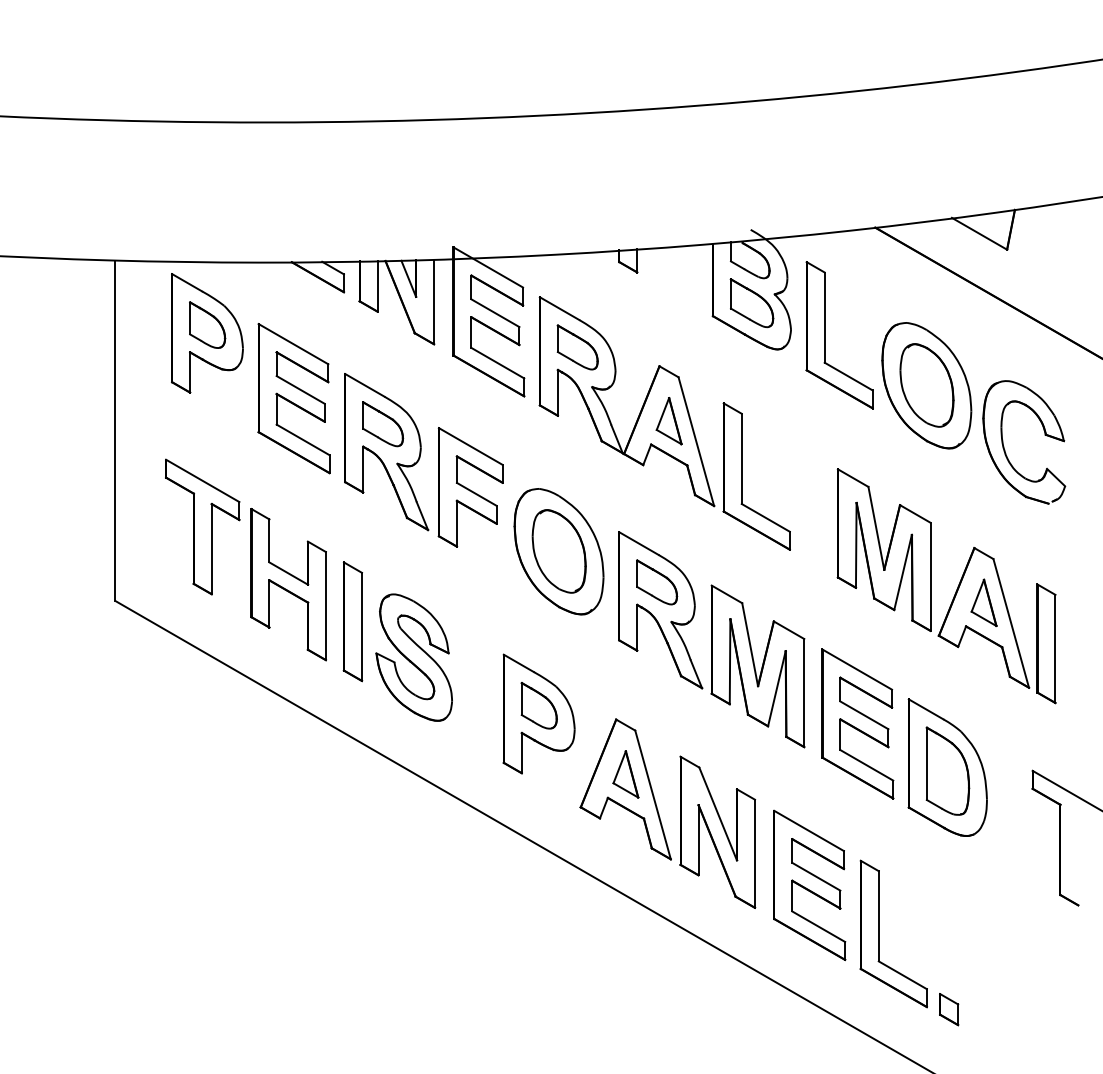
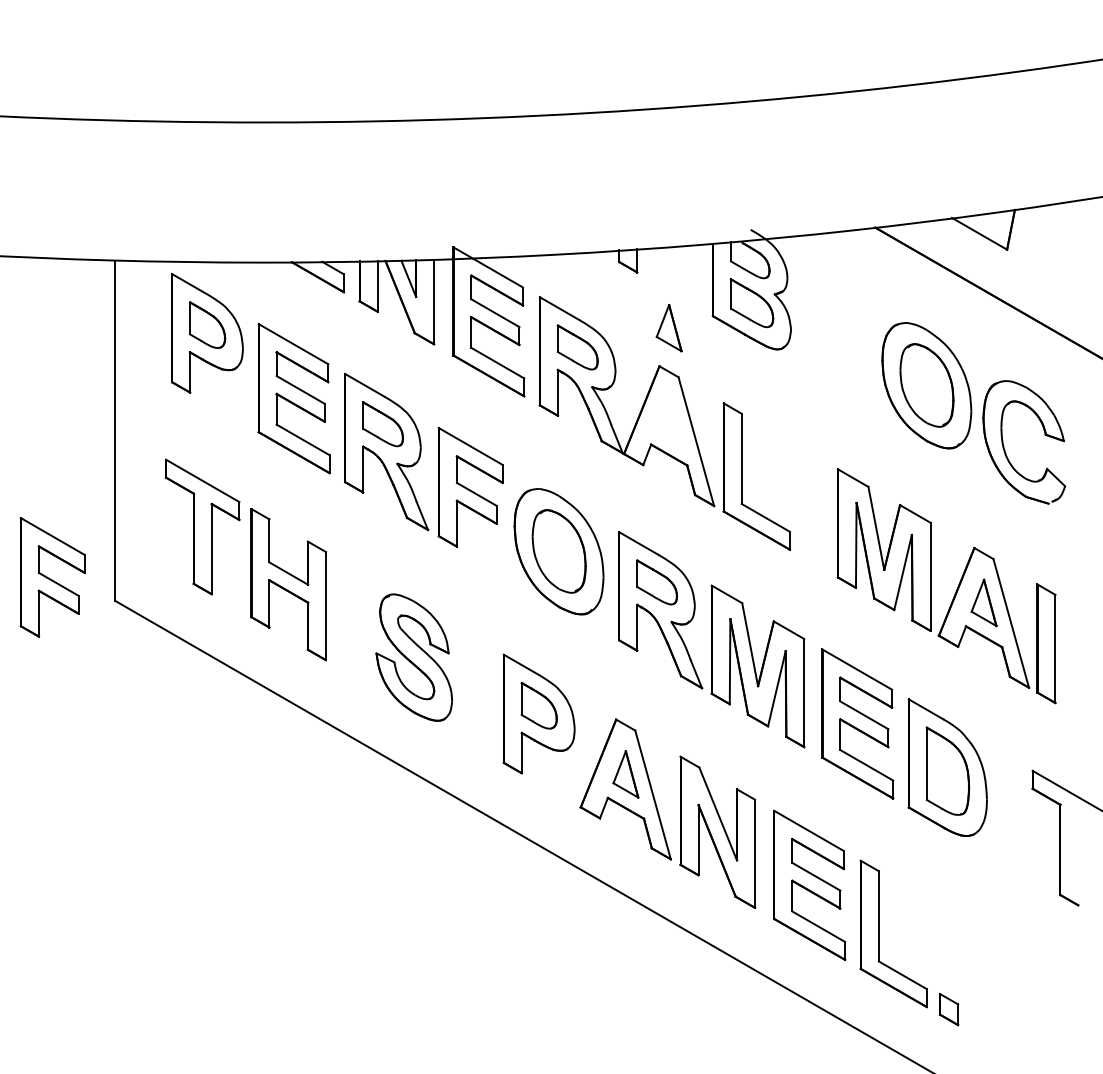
part at (825, 335): present -> none
part at (668, 421) position: (668, 421) -> (668, 328)
part at (52, 577): none -> present
part at (352, 621): present -> none
